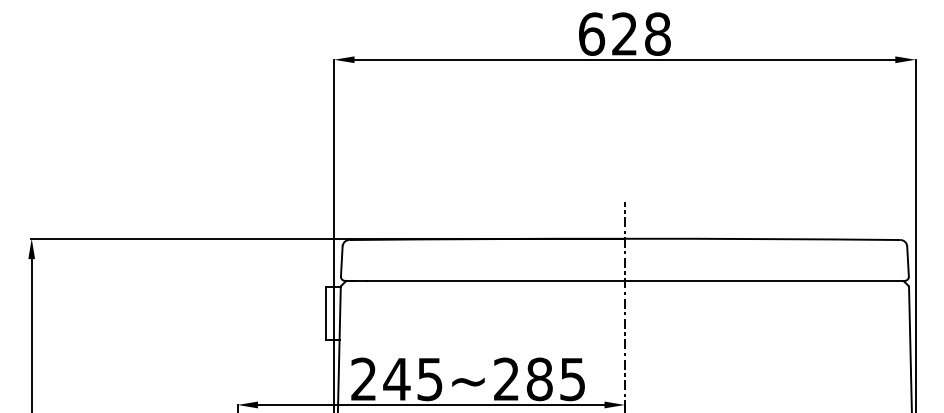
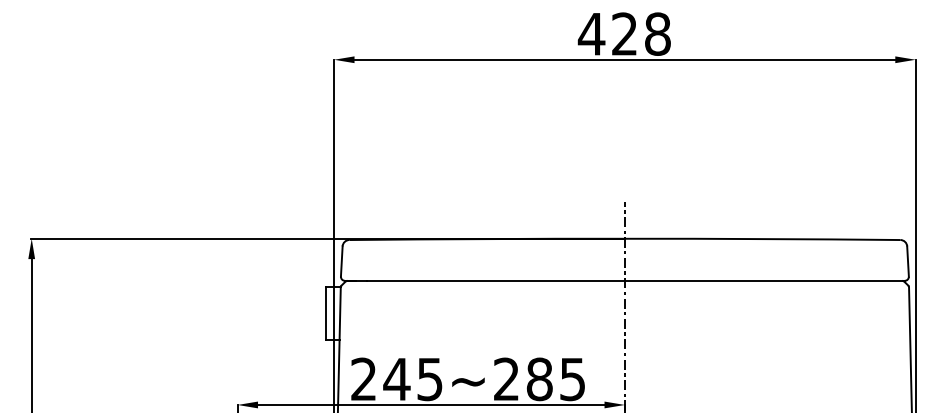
text at (591, 33): 628 -> 428
